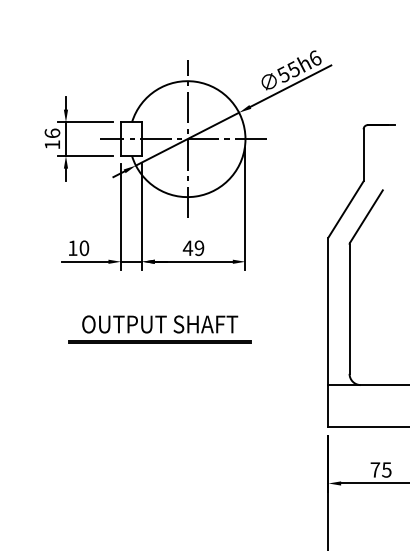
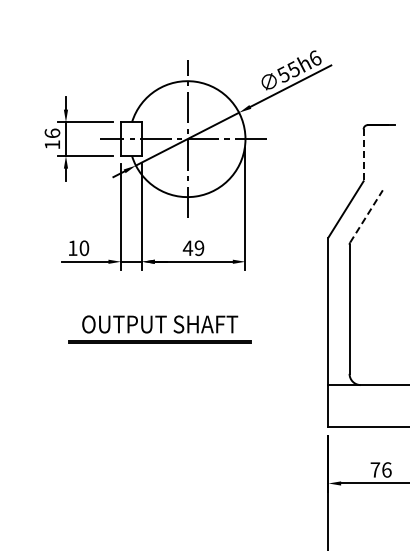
line at (363, 155): solid -> dashed
line at (366, 216): solid -> dashed
text at (386, 469): 75 -> 76
